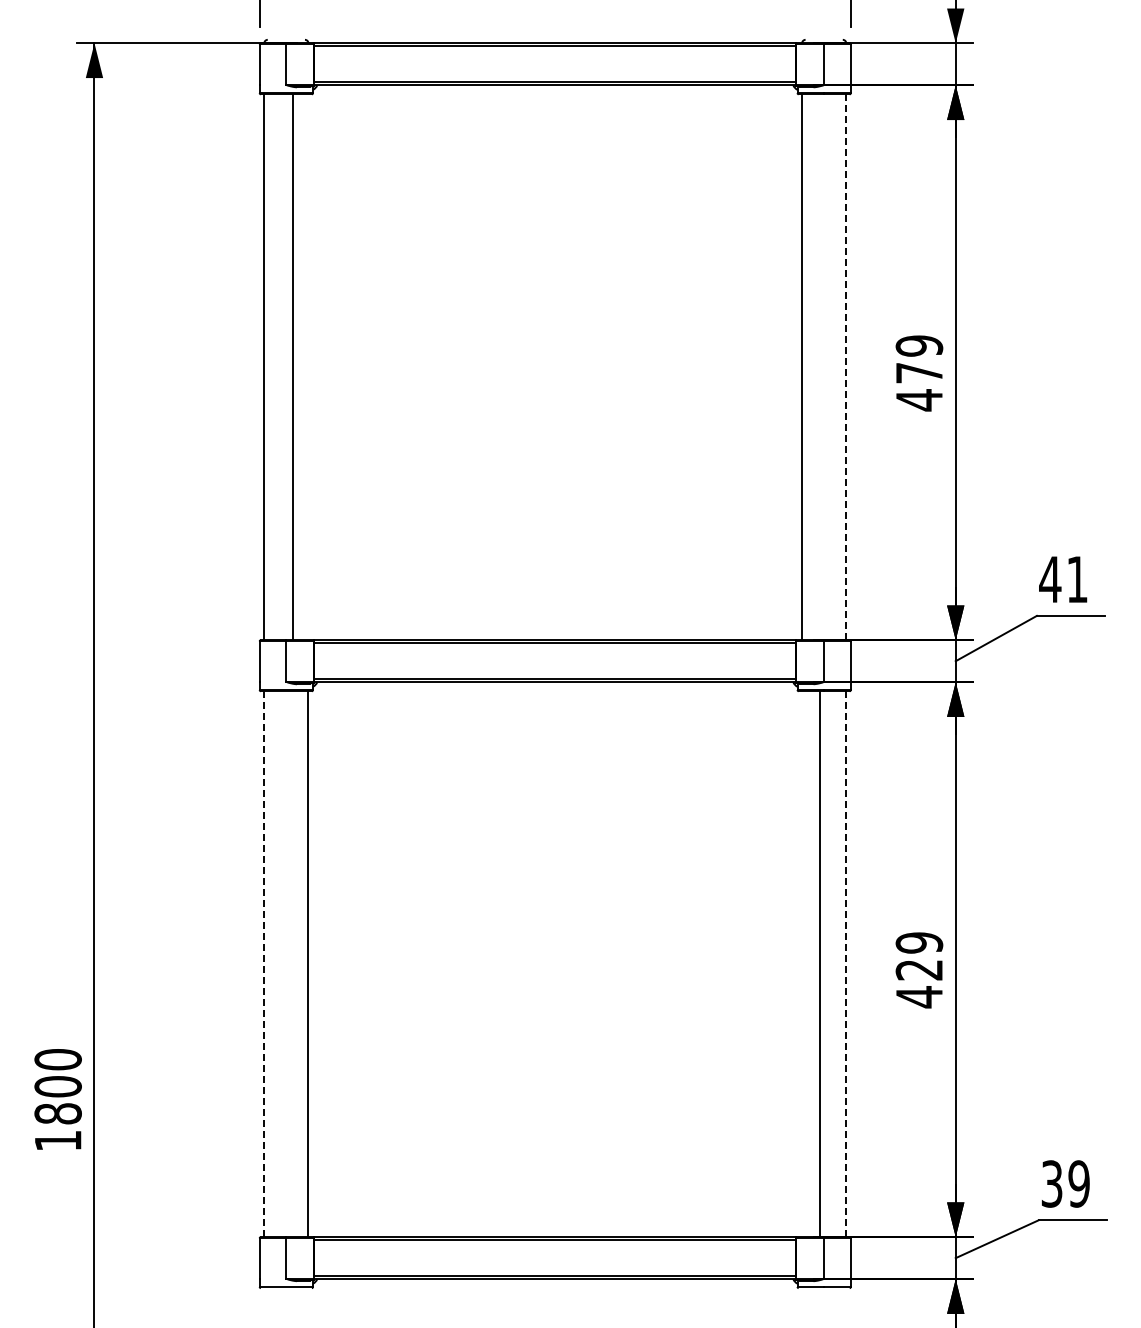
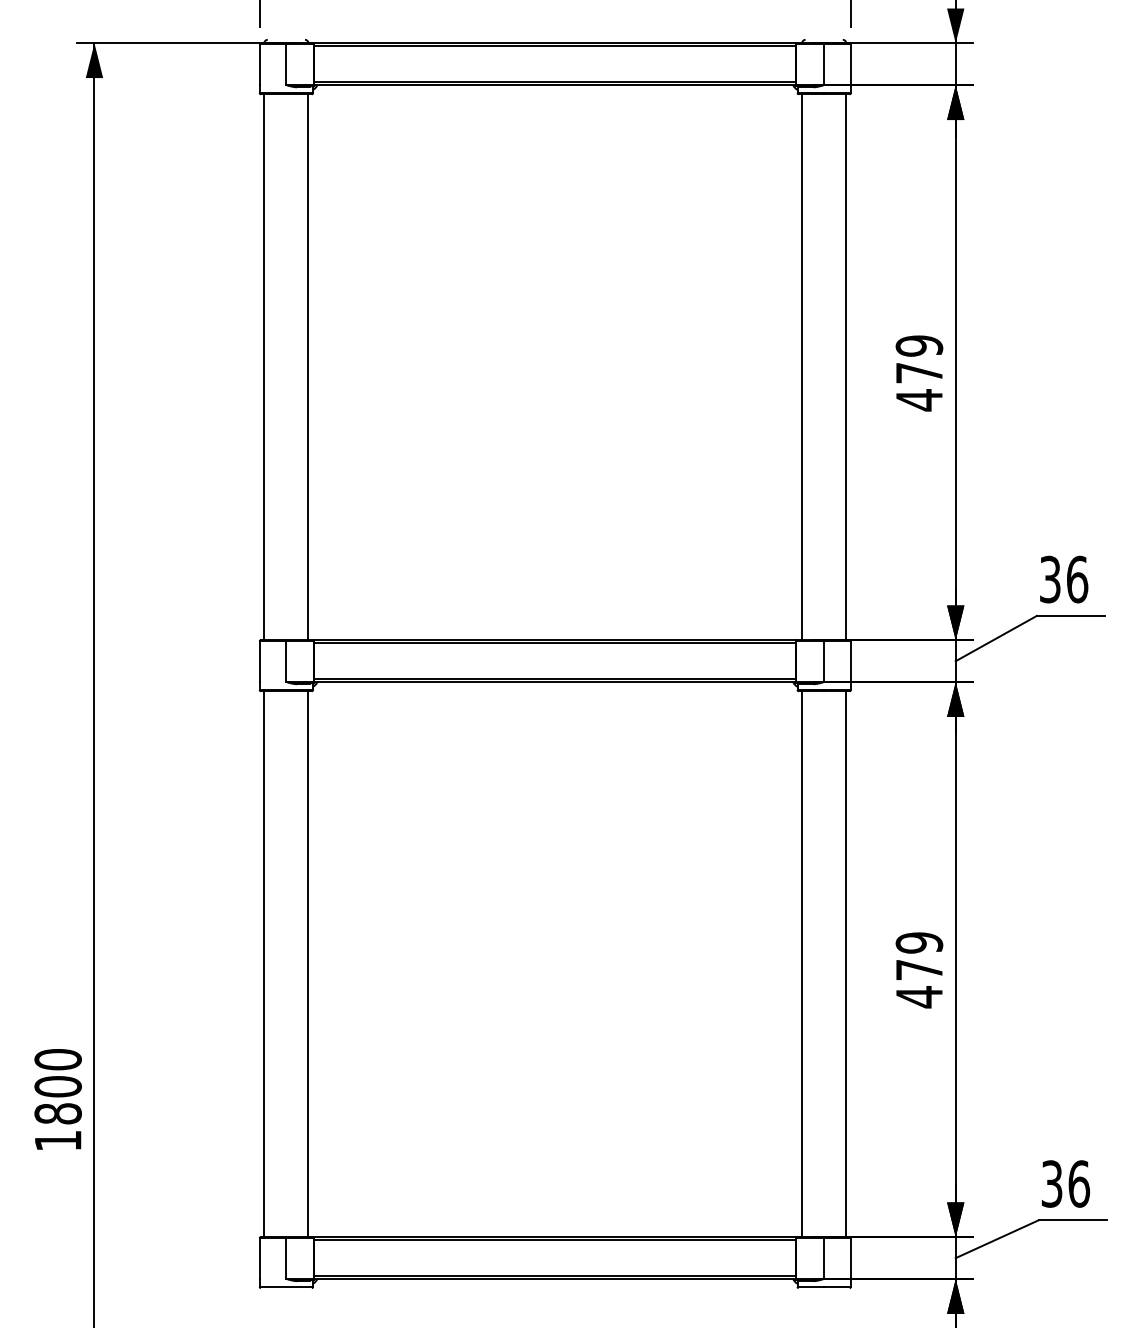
line at (293, 367) position: (293, 367) -> (308, 367)
line at (846, 367): dashed -> solid
text at (1063, 579): 41 -> 36
line at (264, 964): dashed -> solid
line at (820, 964) position: (820, 964) -> (802, 964)
line at (846, 964): dashed -> solid
text at (918, 970): 429 -> 479
text at (1079, 1183): 39 -> 36
